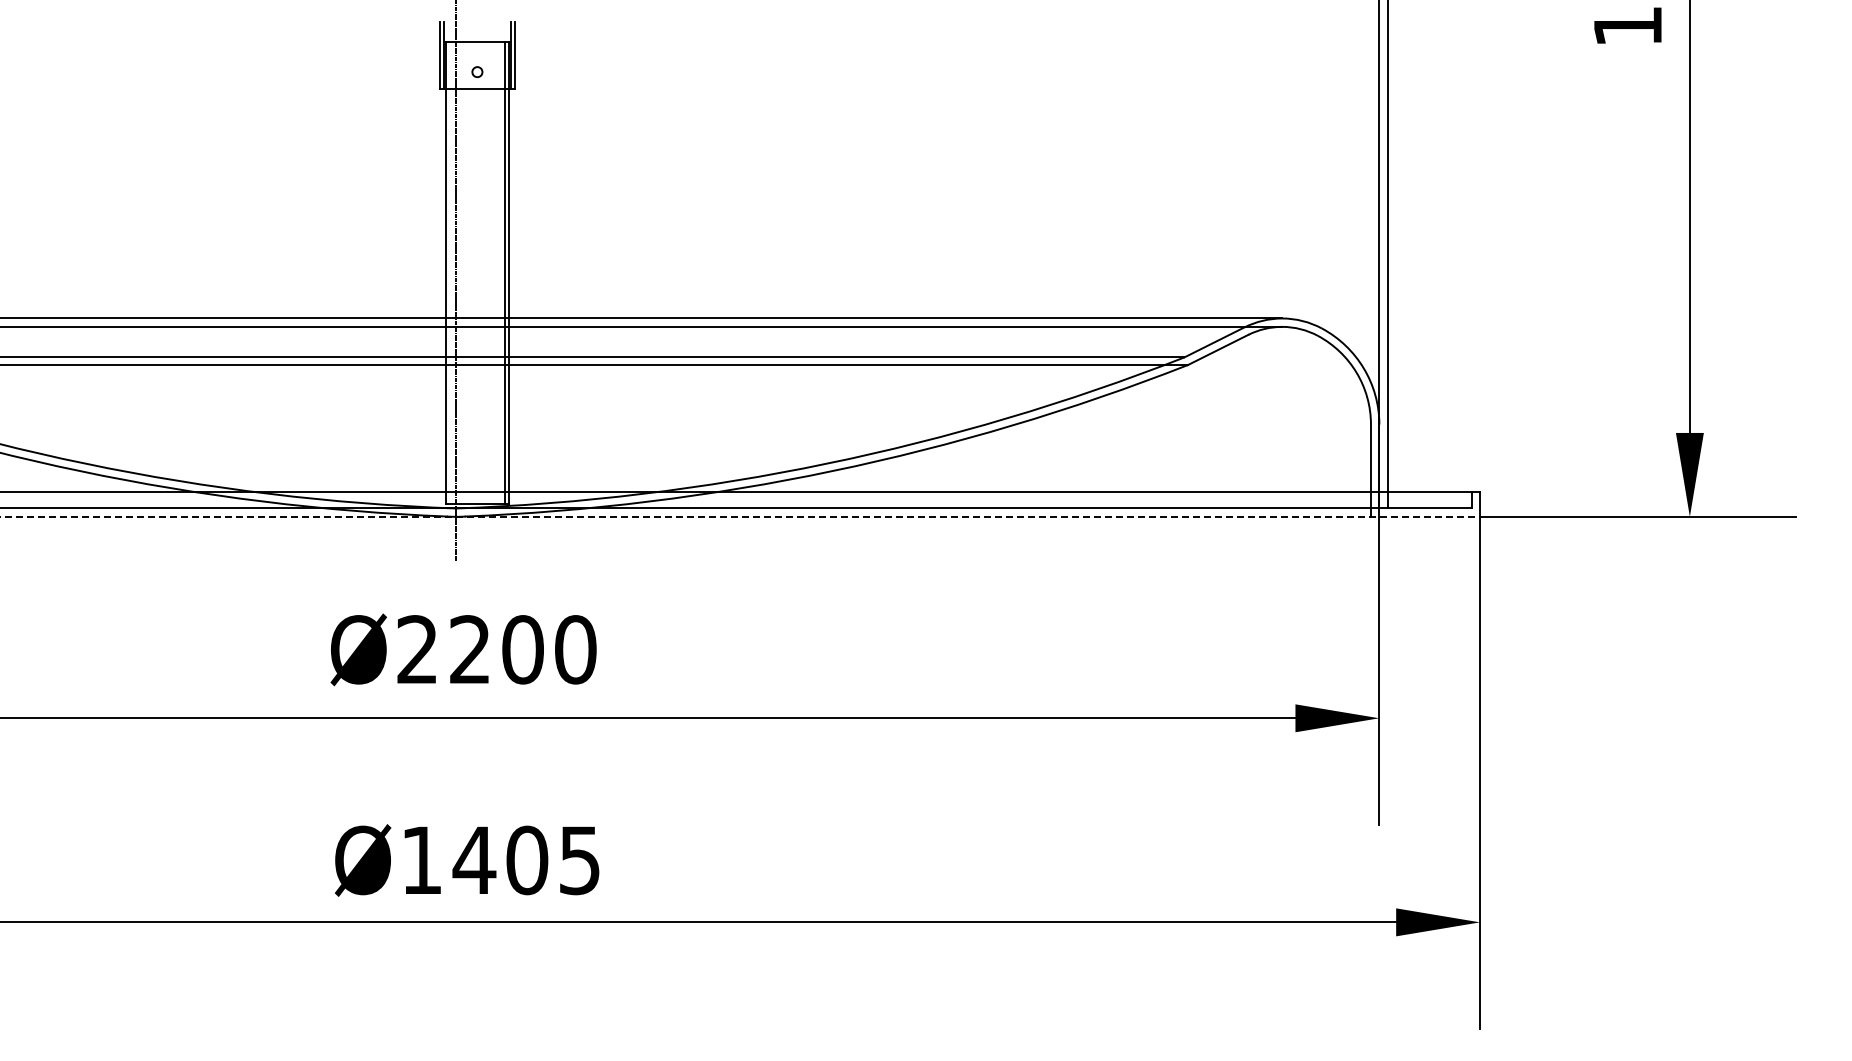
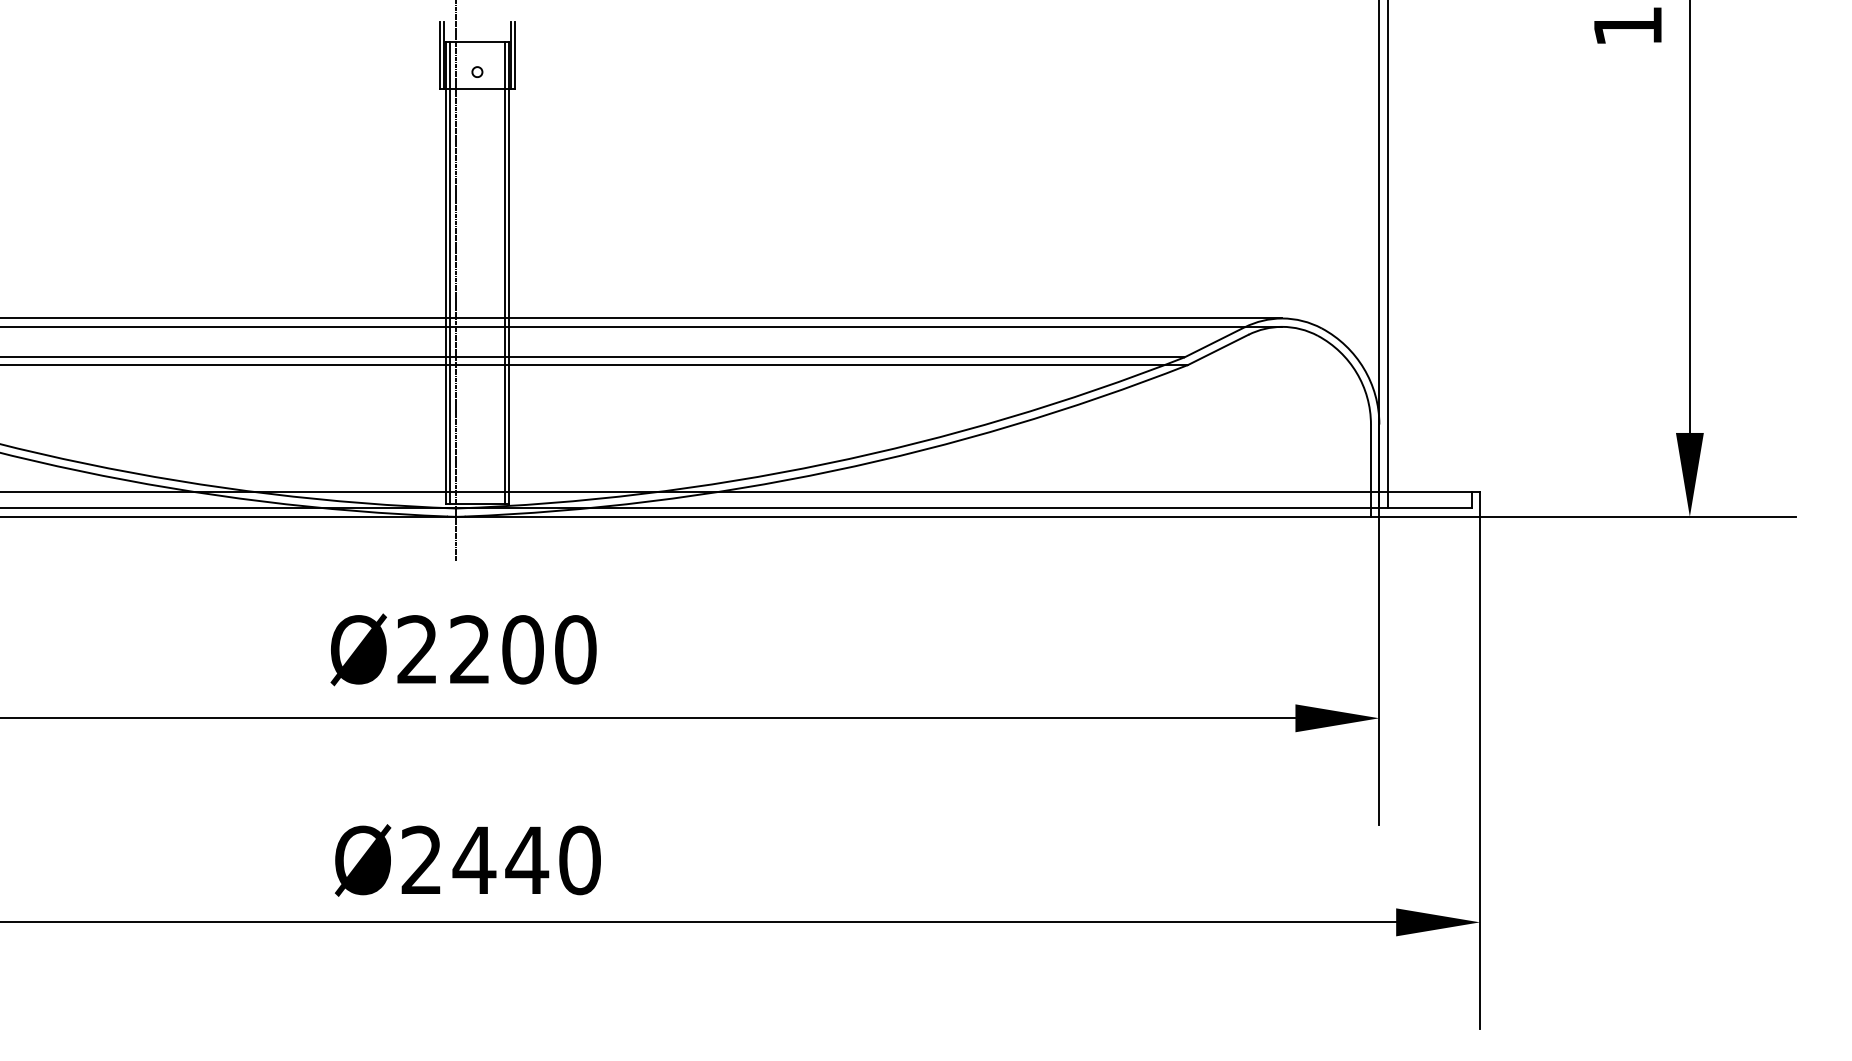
line at (449, 272): none -> present
line at (740, 516): dashed -> solid
text at (500, 860): Ø1405 -> Ø2440
